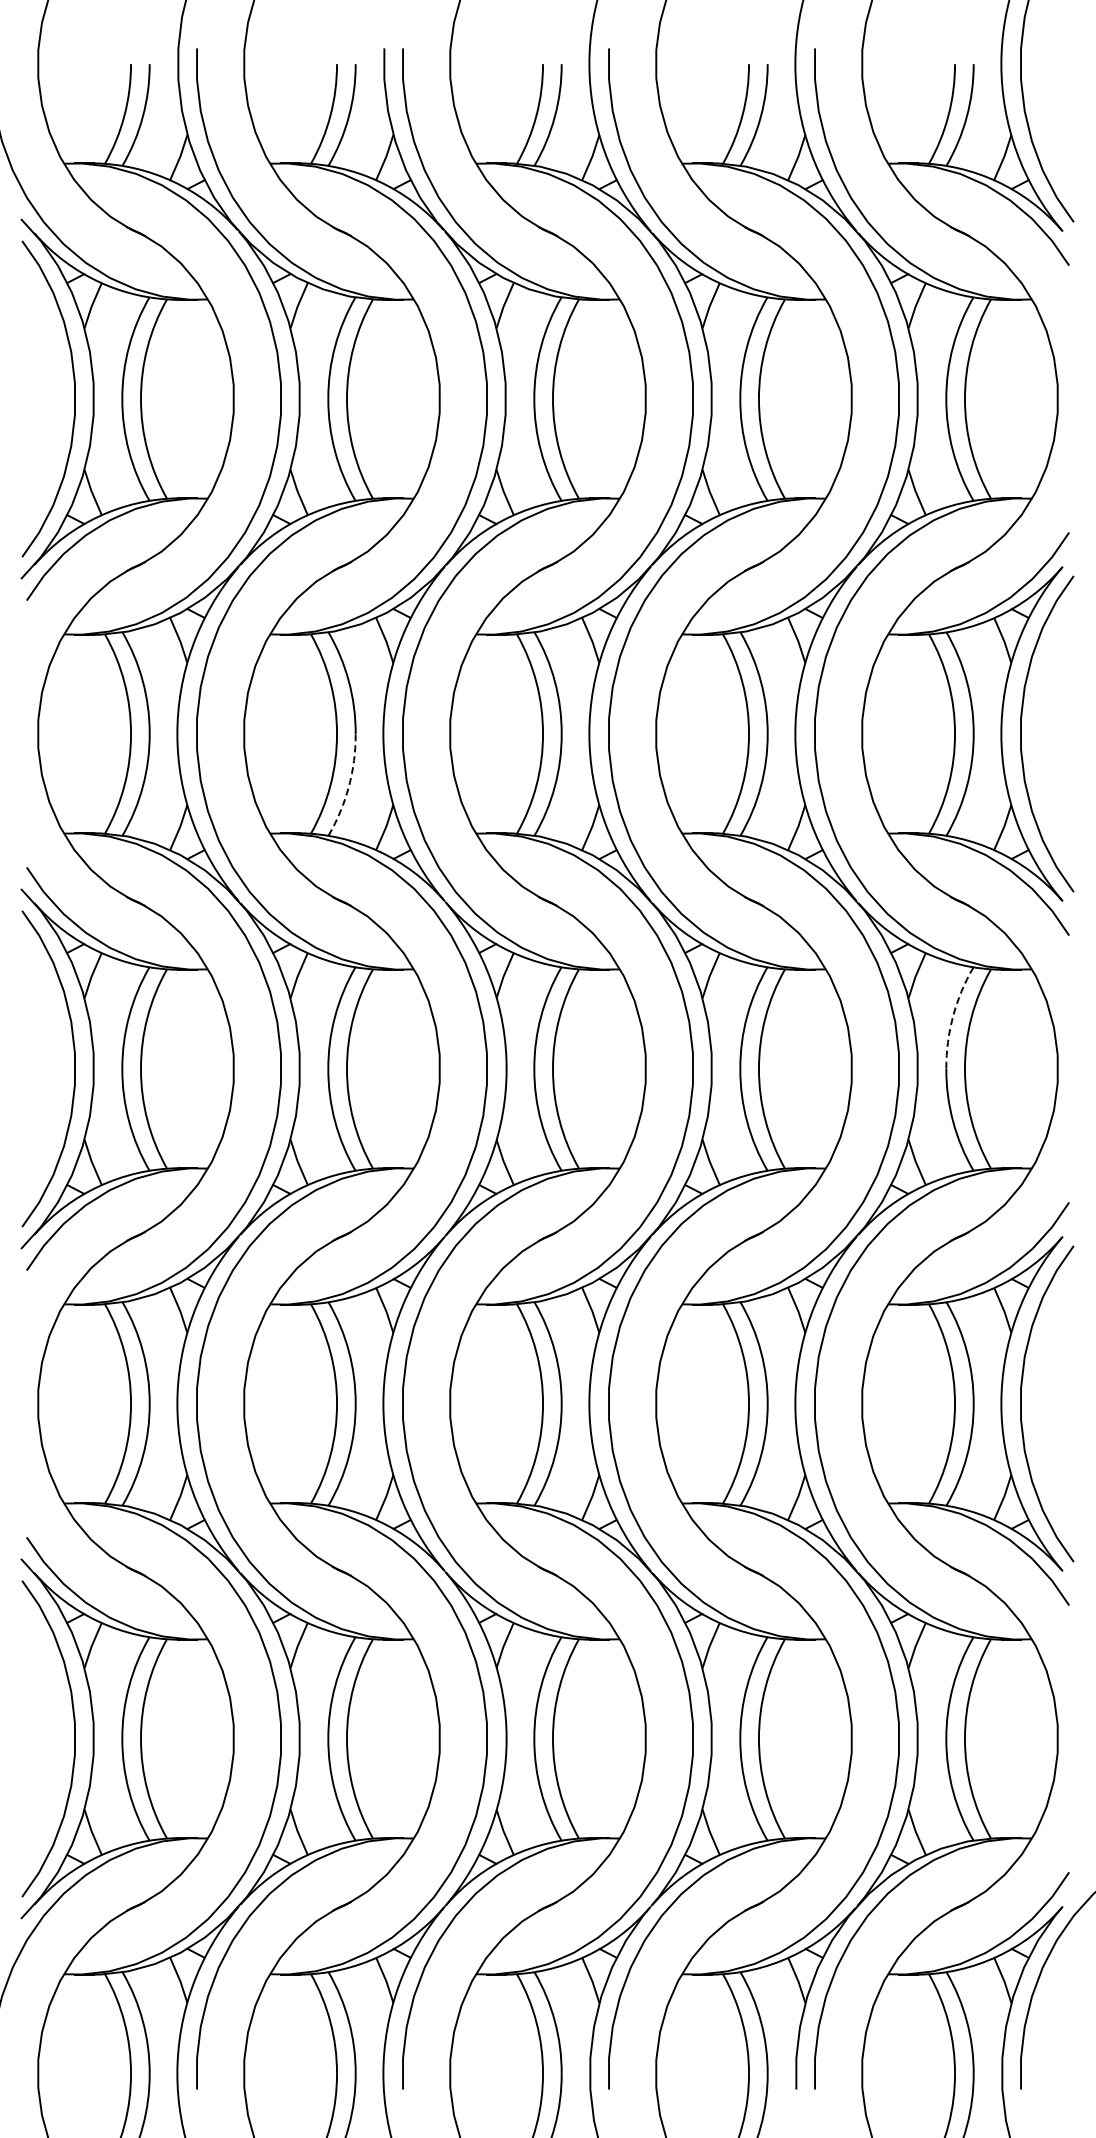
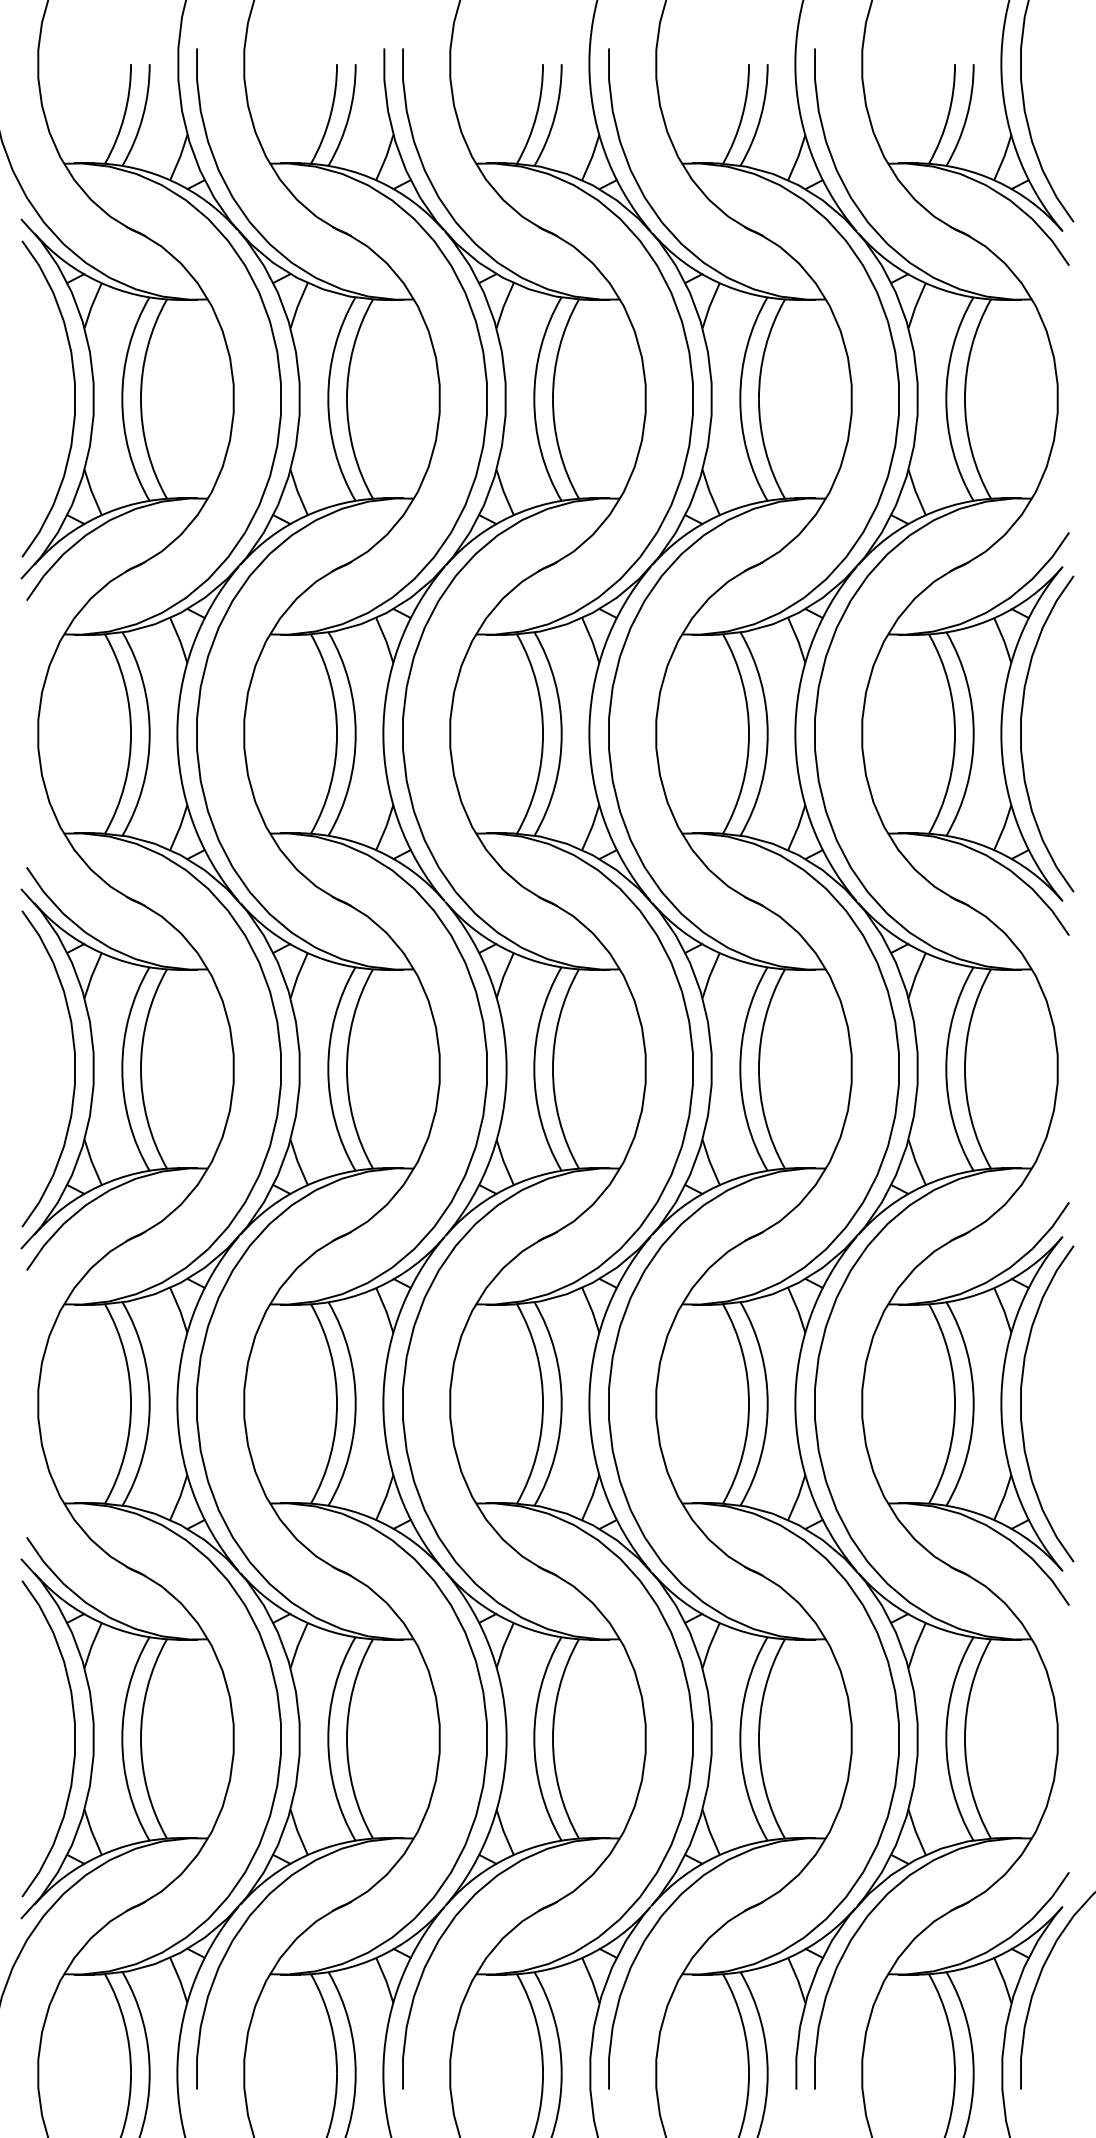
arc at (348, 786): dashed -> solid
arc at (953, 1016): dashed -> solid
